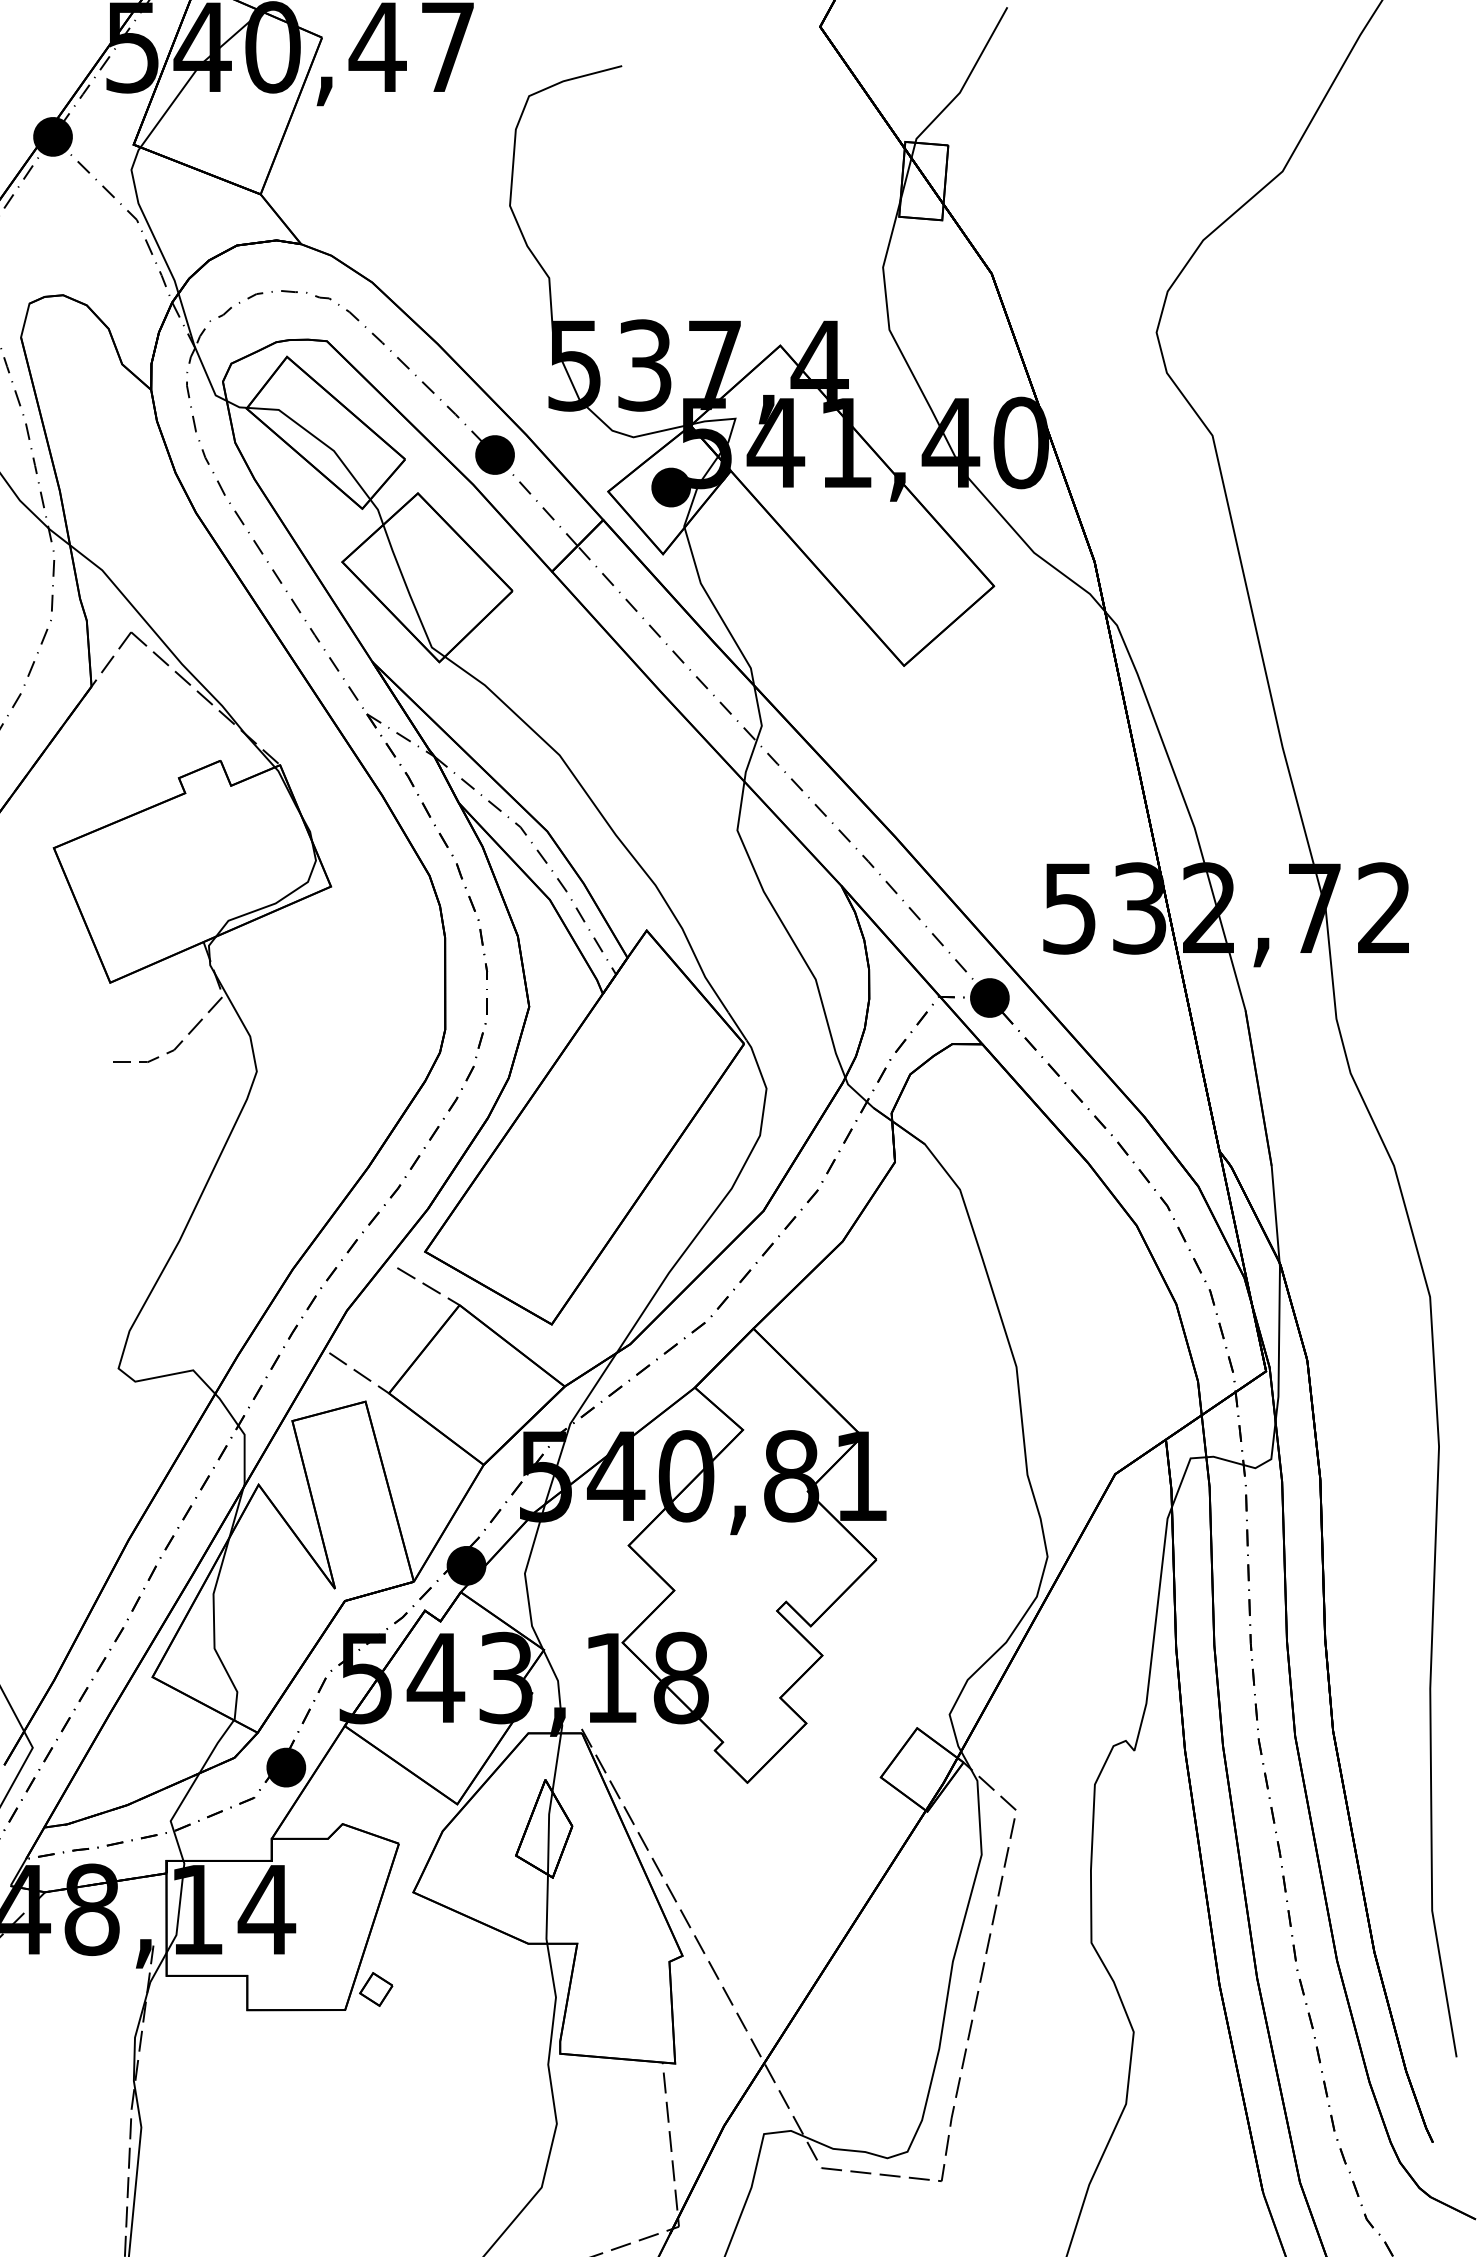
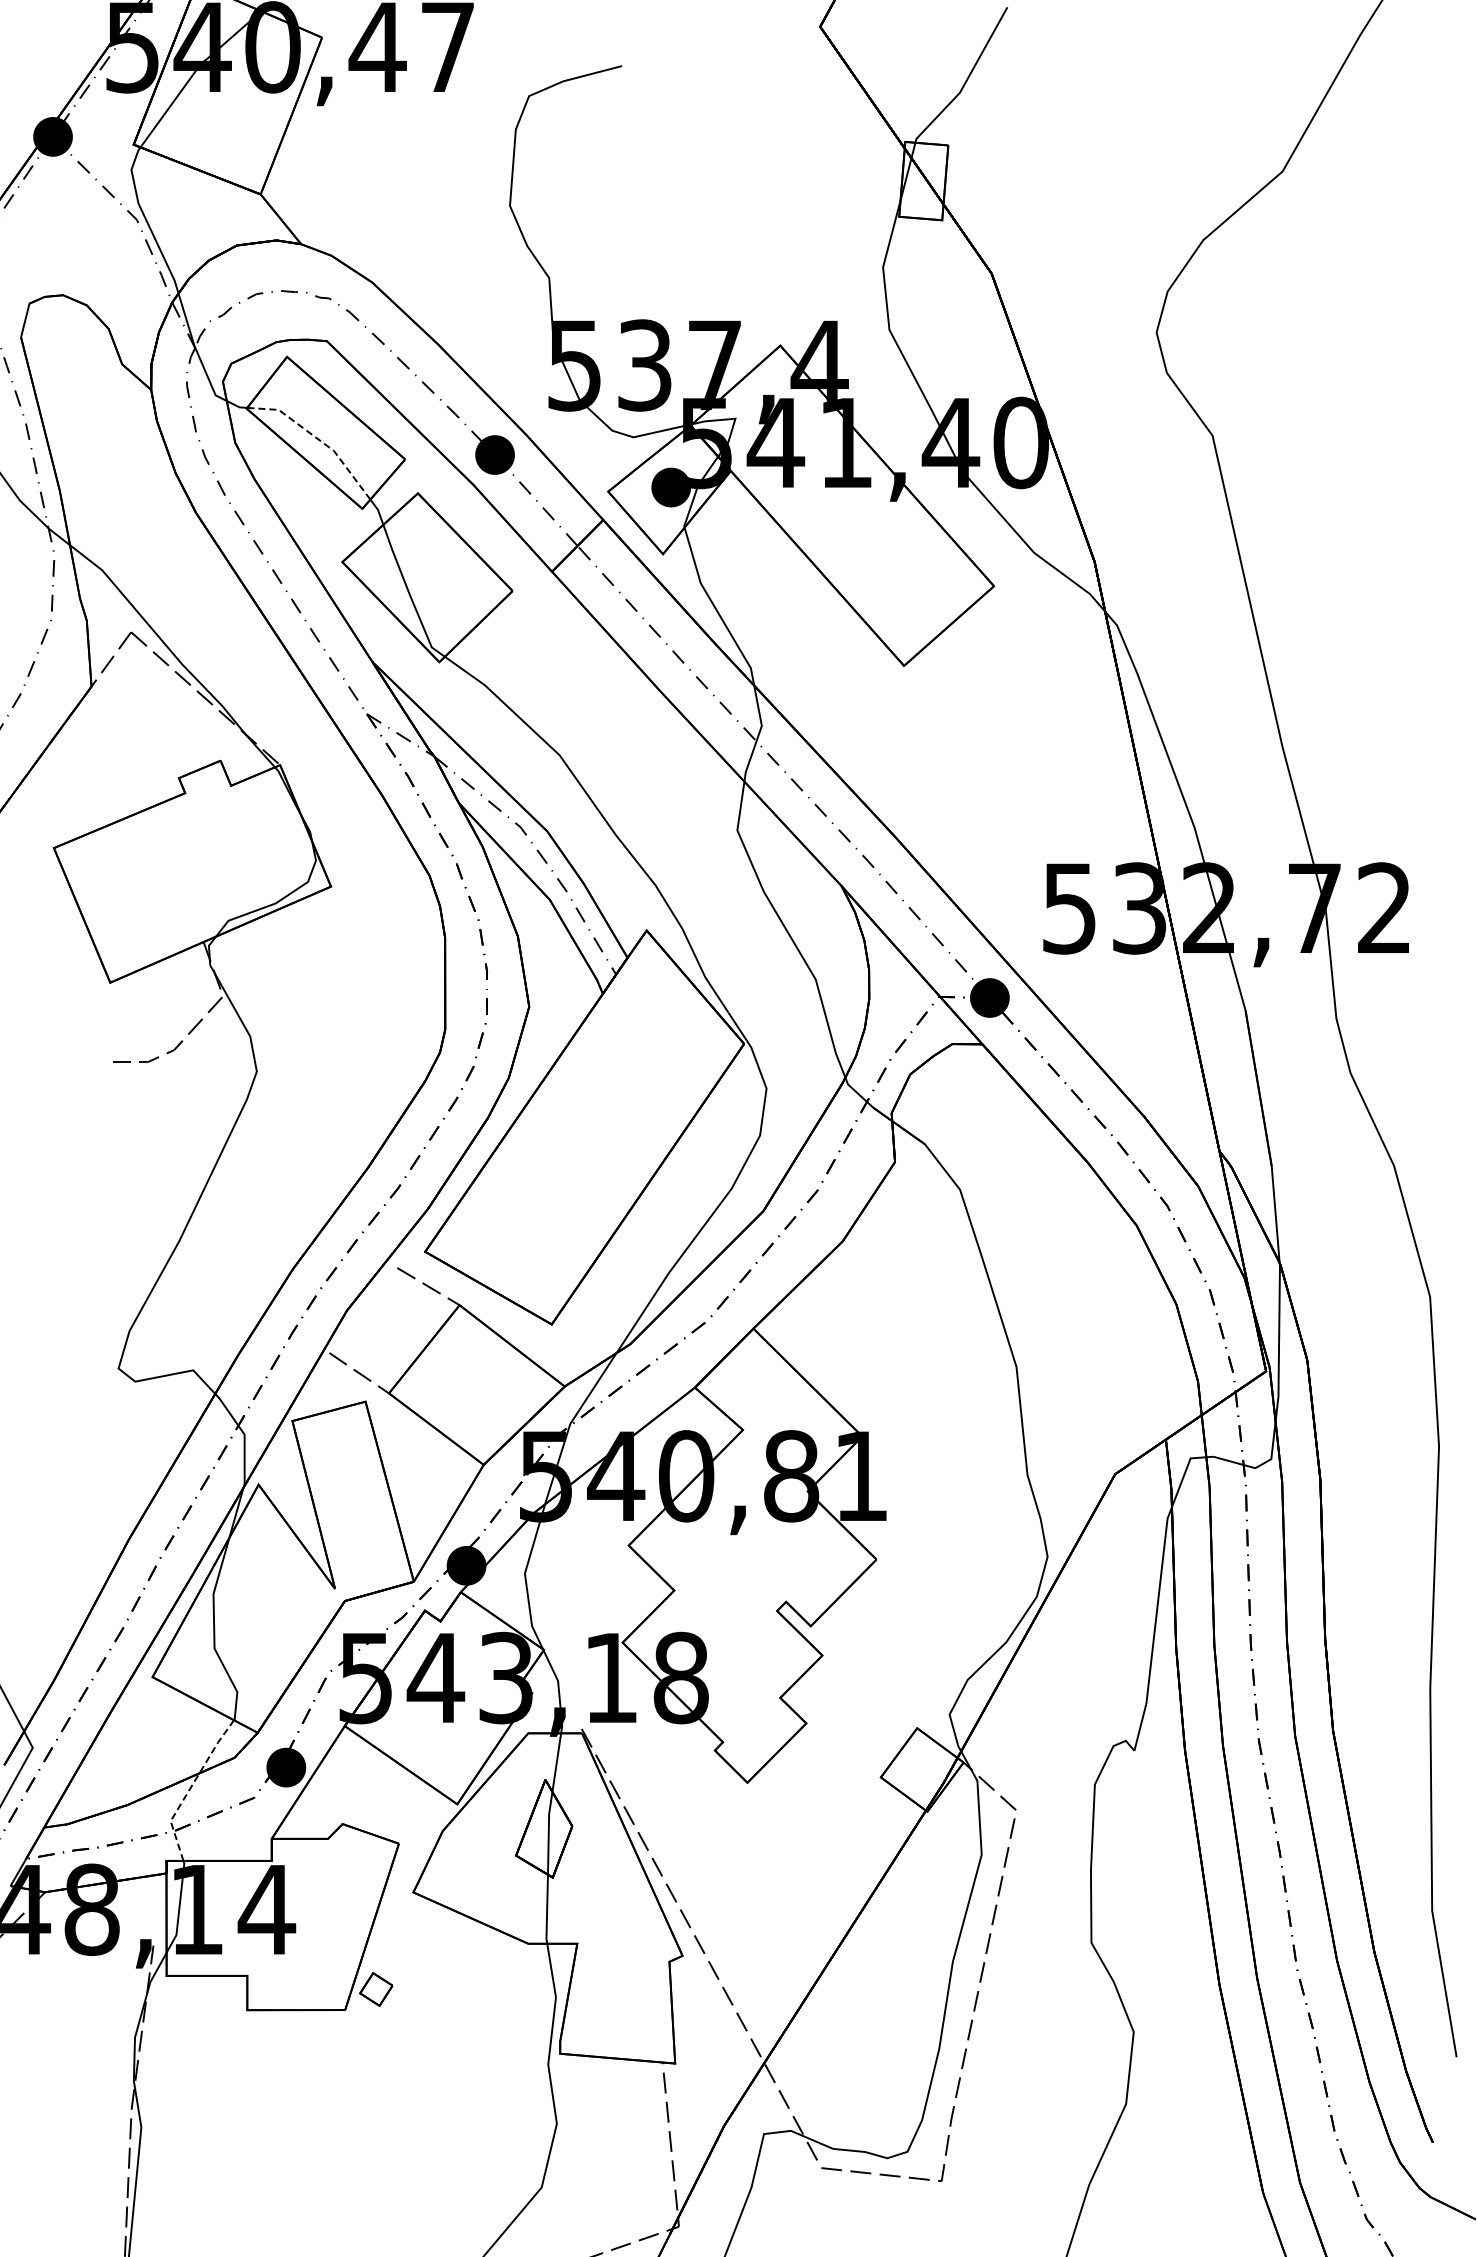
line at (317, 439): solid -> dashed
line at (190, 1788): solid -> dashed
